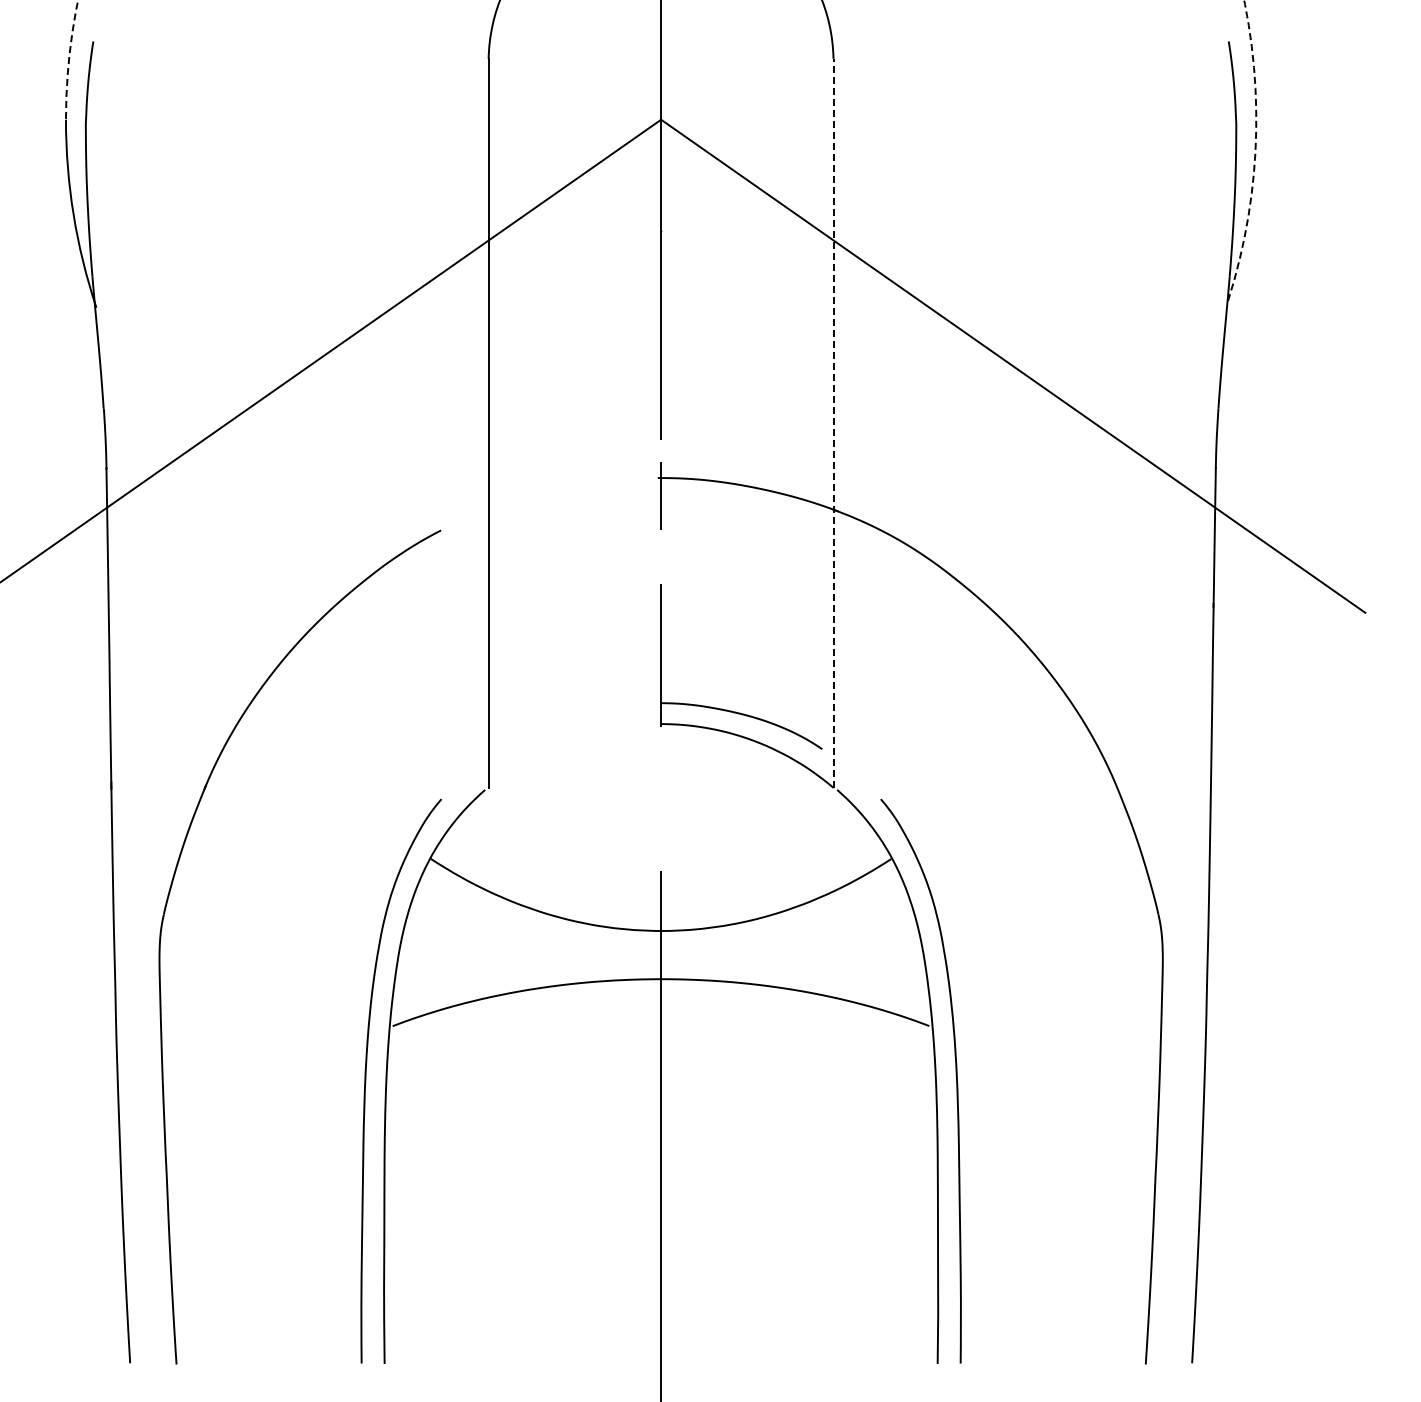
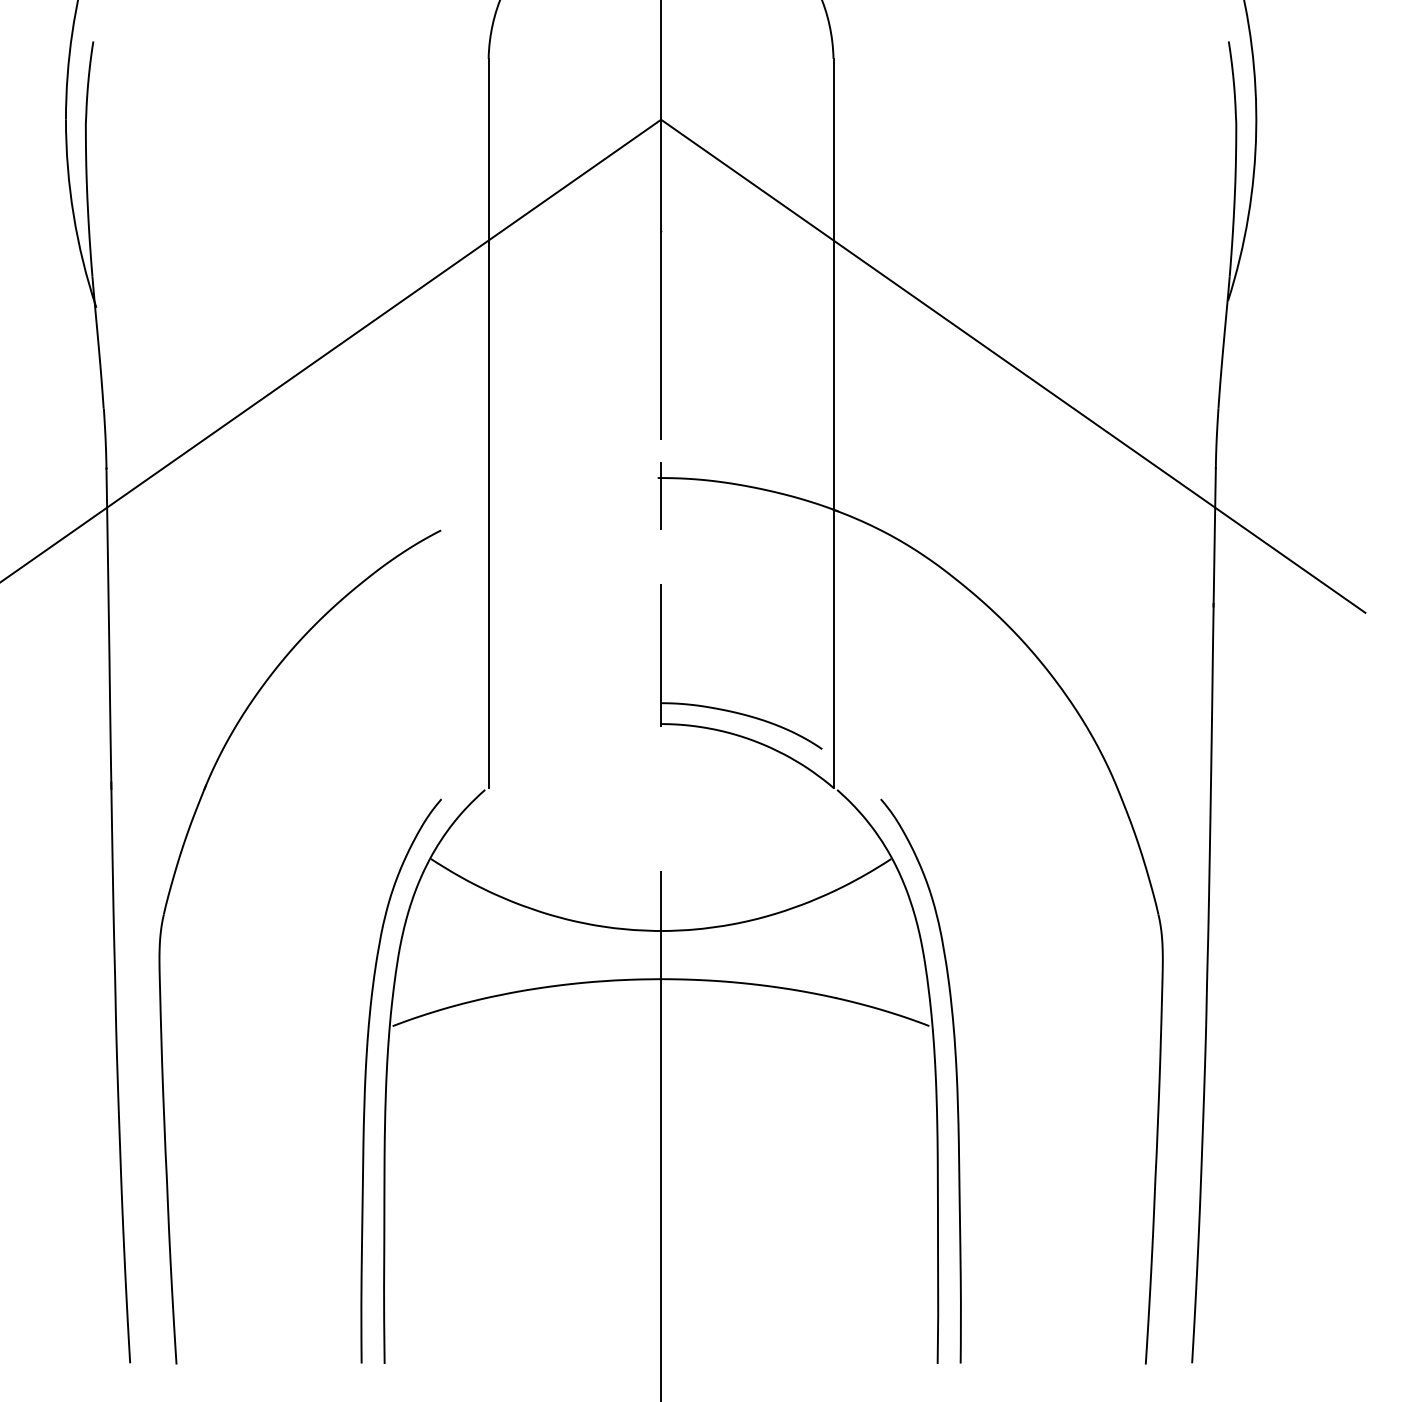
arc at (1255, 90): dashed -> solid
line at (833, 422): dashed -> solid
